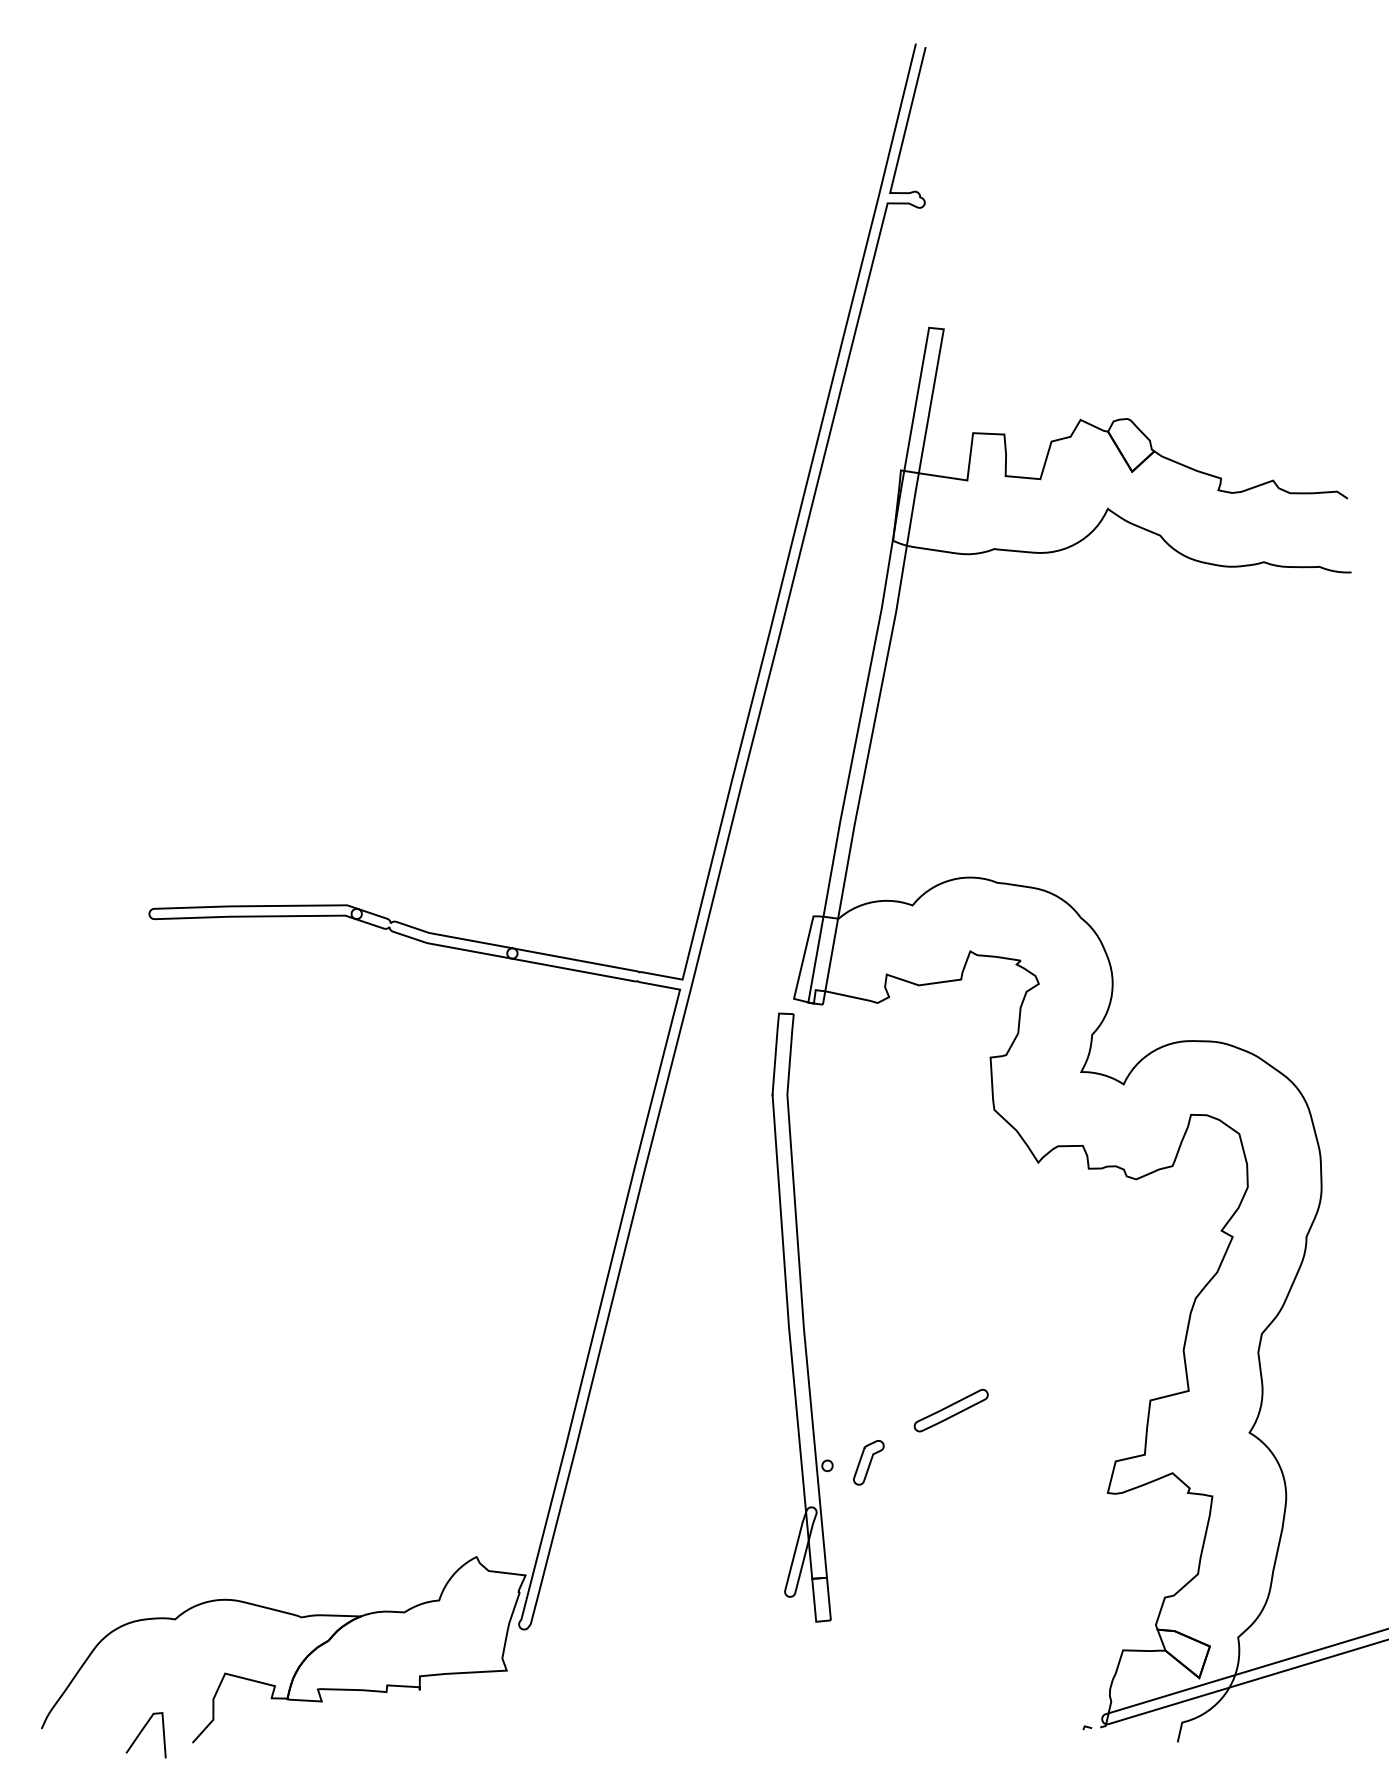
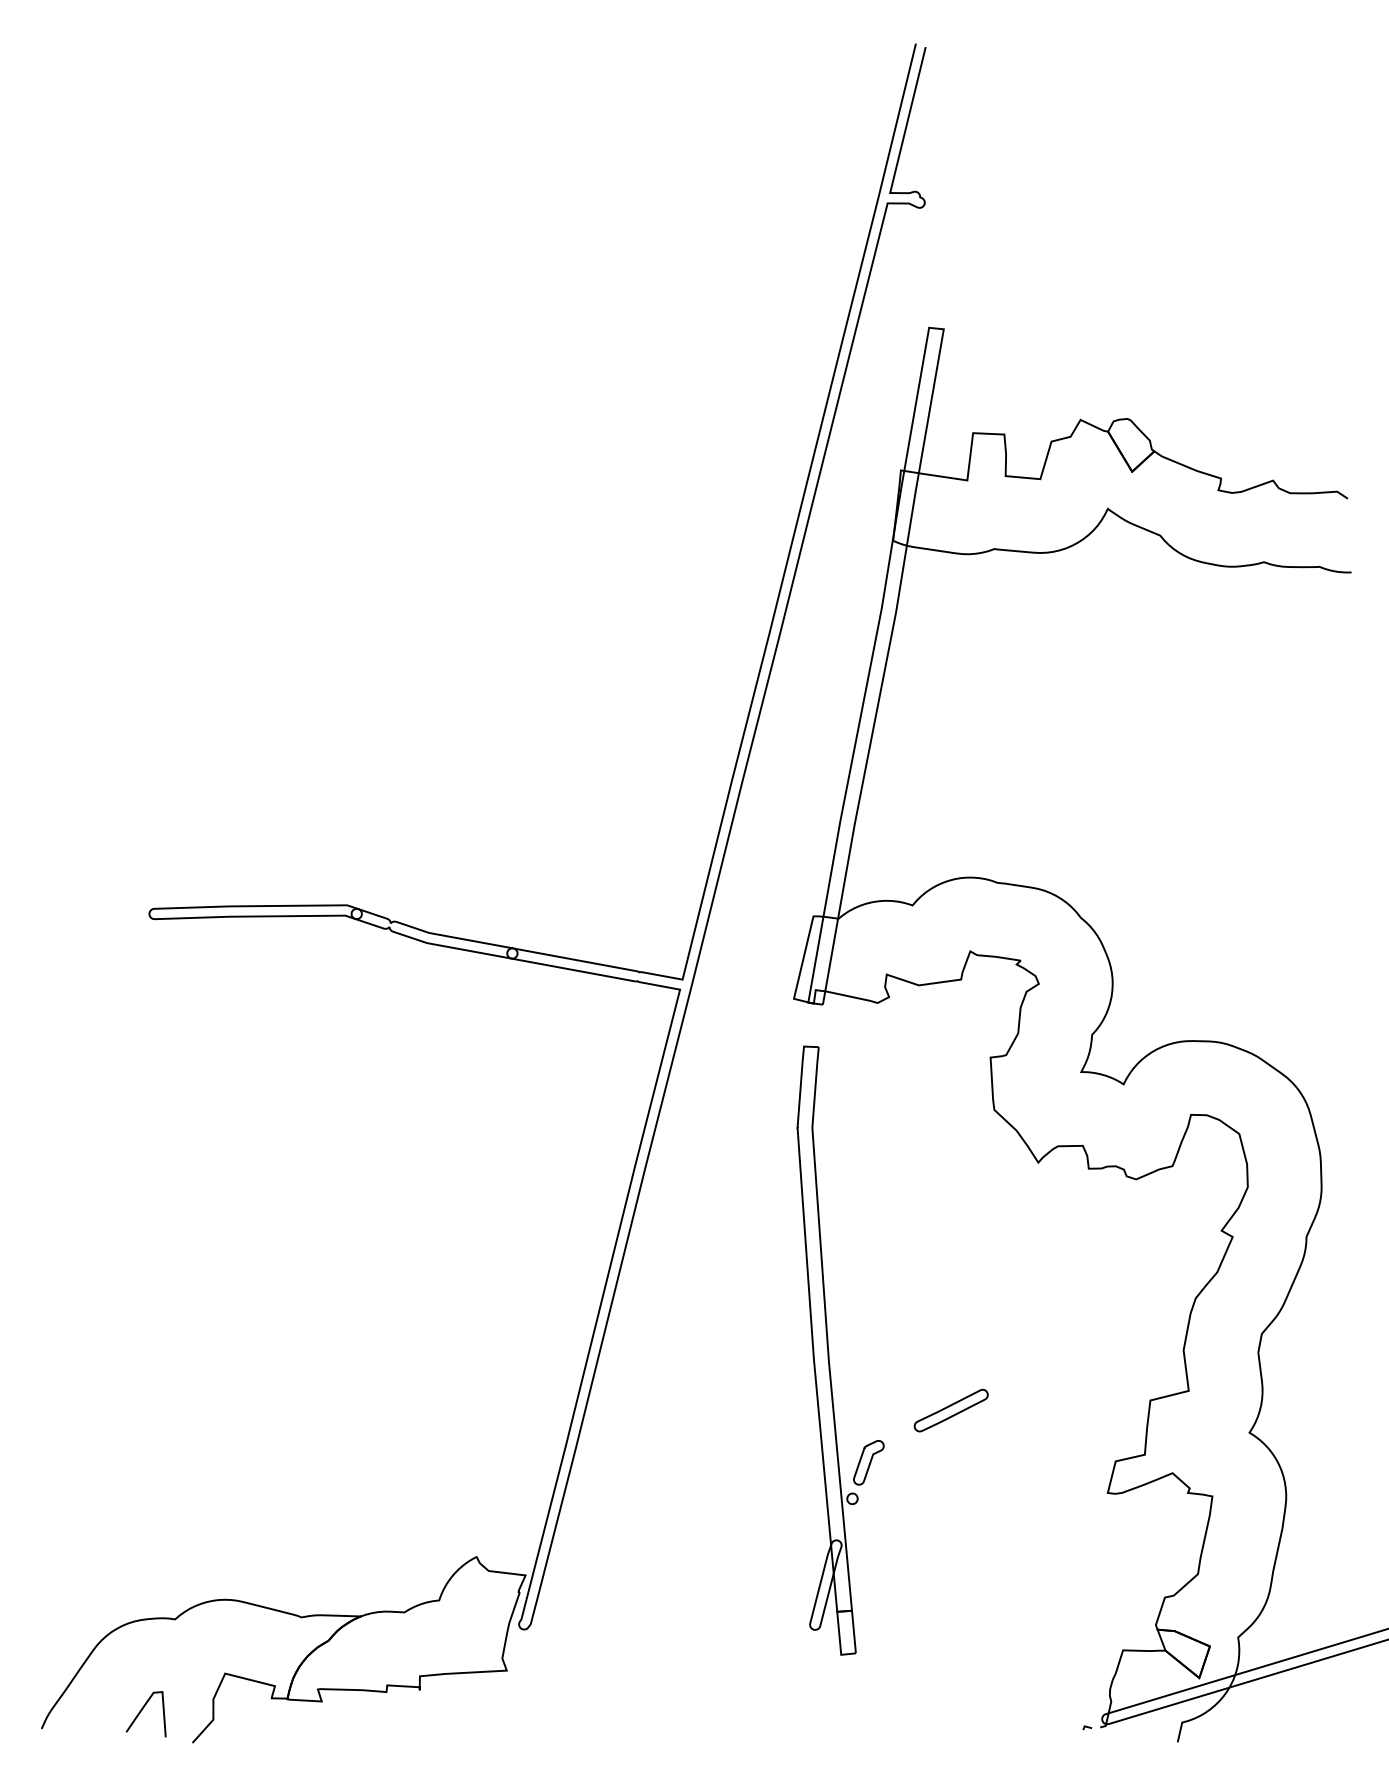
part at (802, 1317) position: (802, 1317) -> (827, 1350)
line at (142, 1731) position: (142, 1731) -> (142, 1710)
